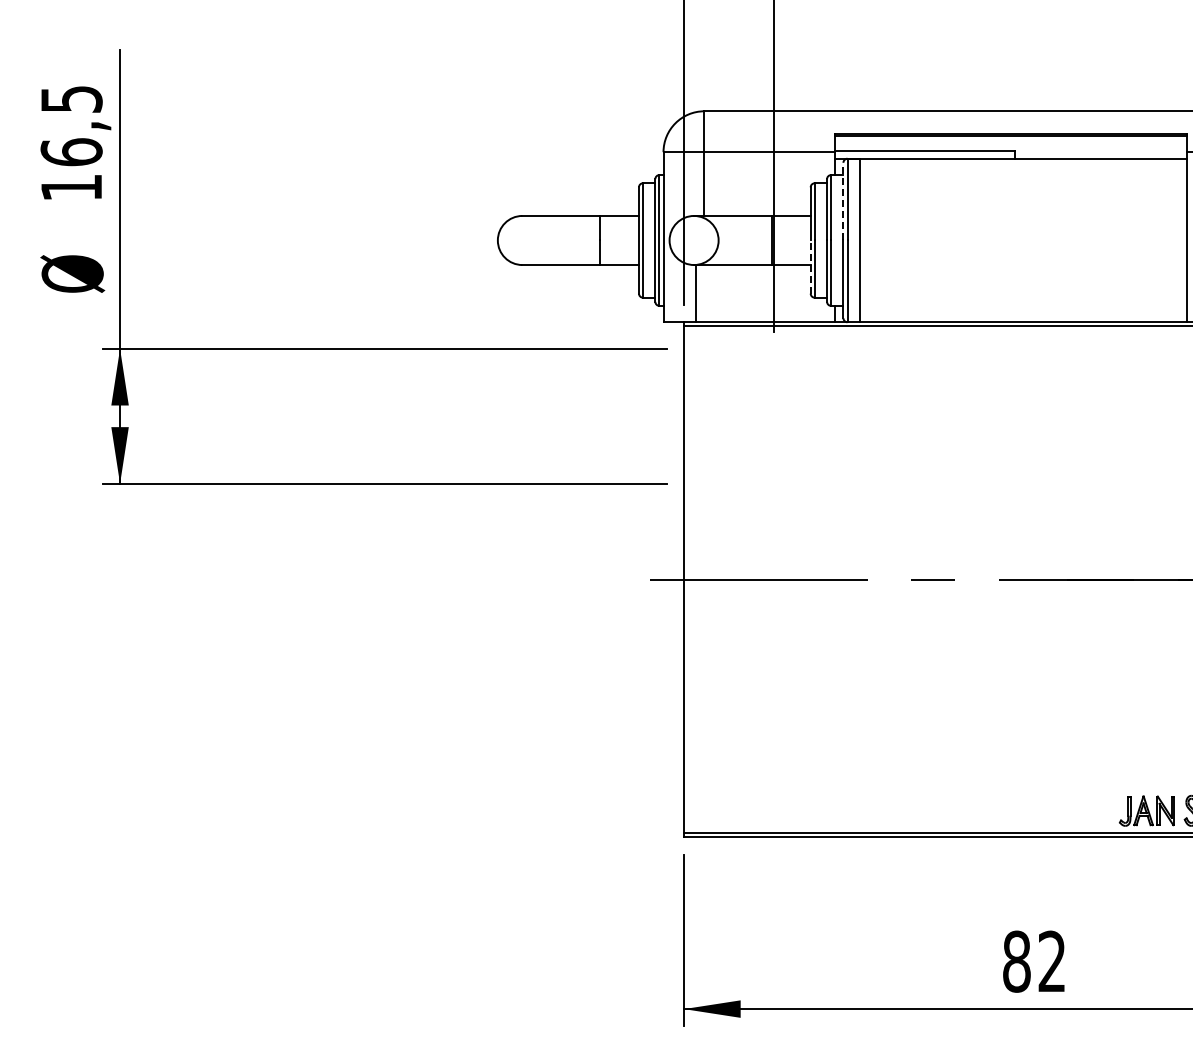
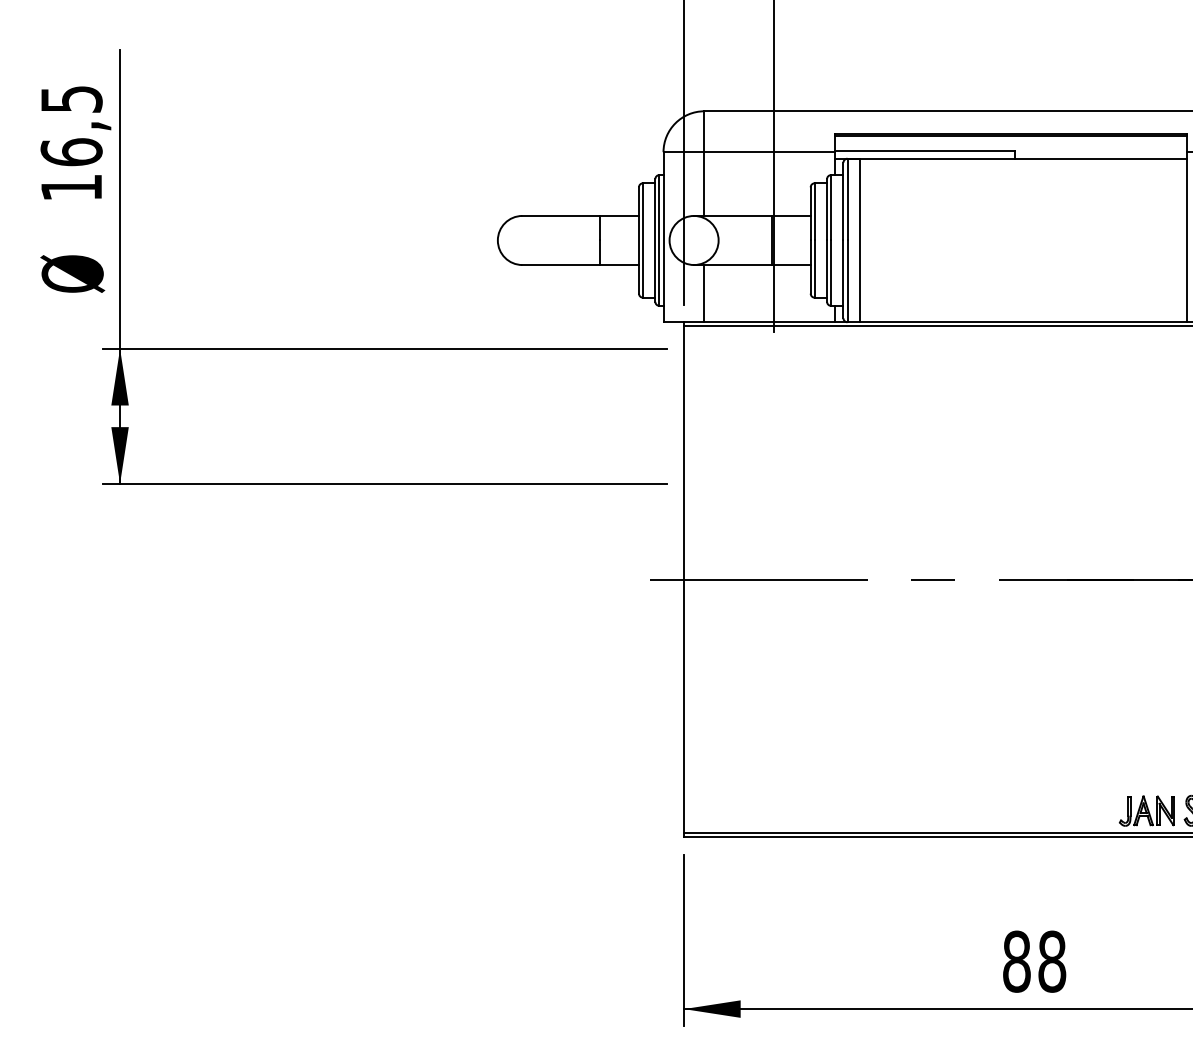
line at (843, 201): dashed -> solid
line at (810, 267): dashed -> solid
line at (696, 293) position: (696, 293) -> (704, 293)
text at (1052, 961): 82 -> 88
